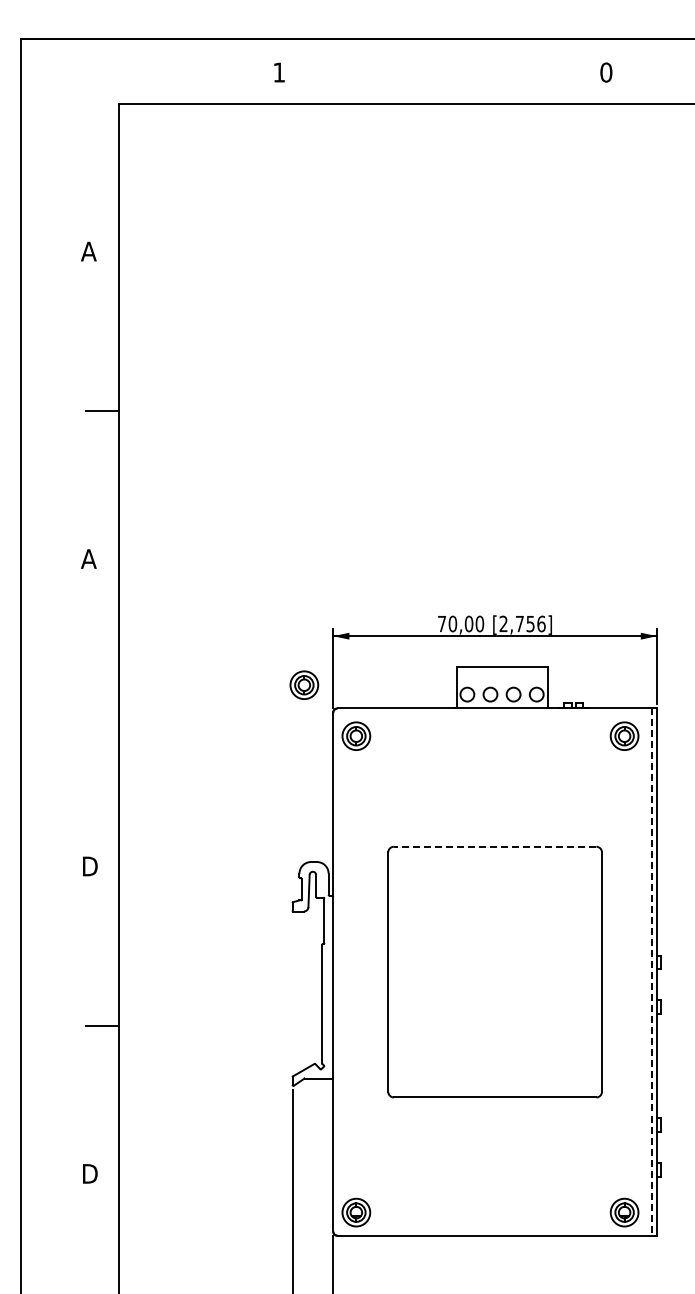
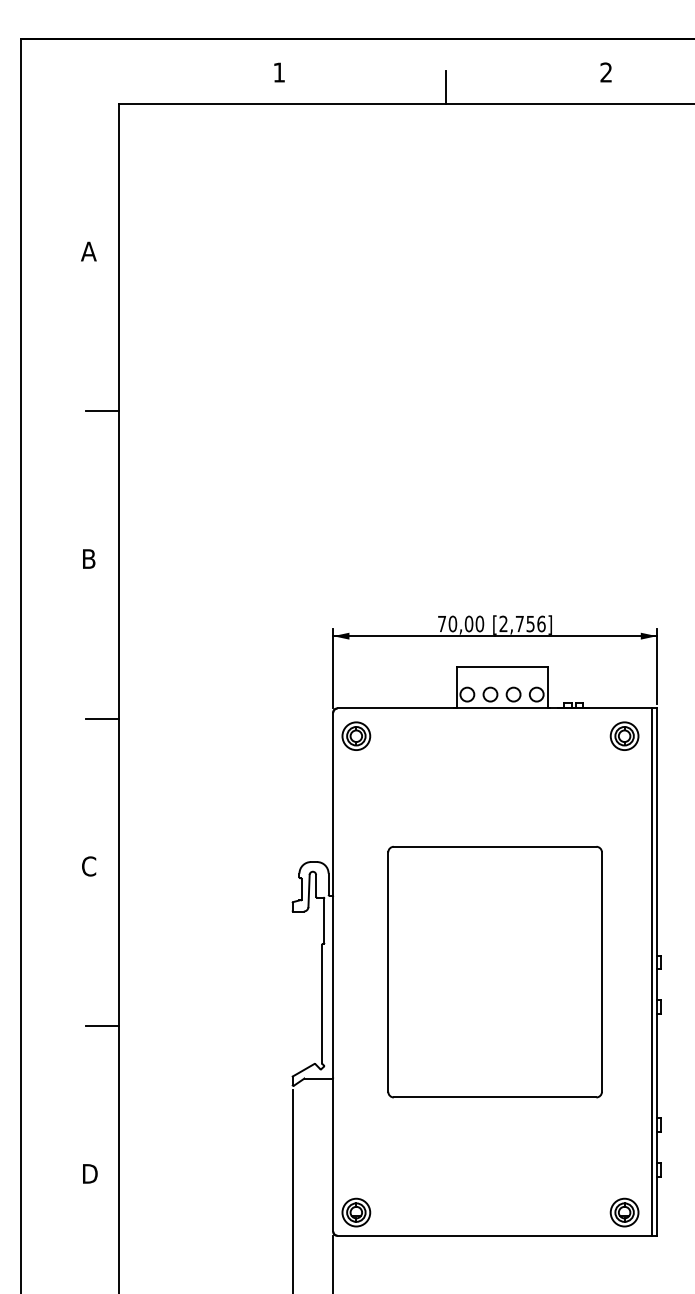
text at (606, 72): 0 -> 2
line at (446, 87): none -> present
text at (88, 558): A -> B
part at (304, 684): present -> none
line at (102, 718): none -> present
line at (494, 846): dashed -> solid
text at (89, 866): D -> C
line at (652, 972): dashed -> solid
